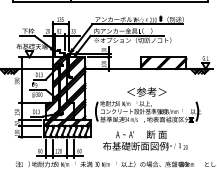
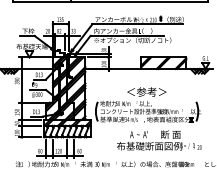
text at (145, 140) position: (145, 140) -> (159, 140)
